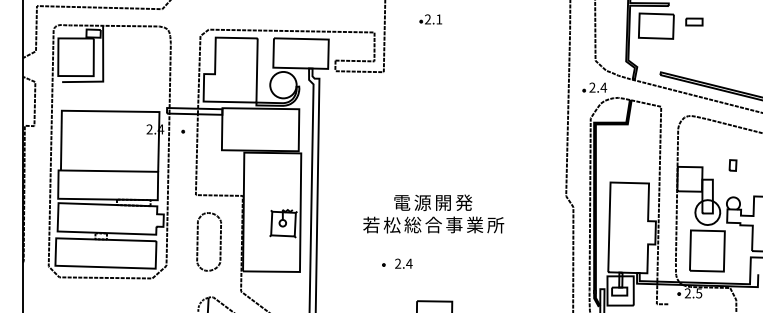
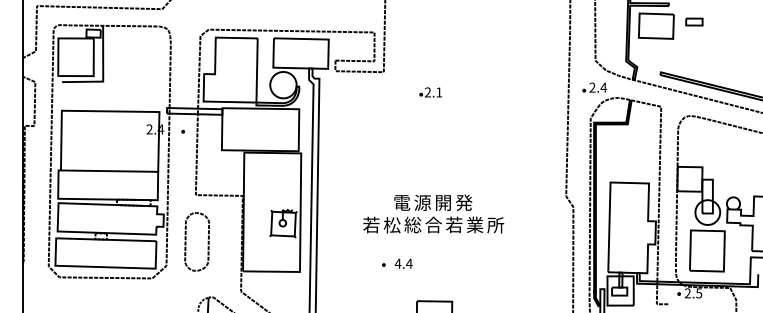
part at (430, 19) position: (430, 19) -> (430, 92)
part at (732, 165): present -> none
text at (454, 224): 事 -> 若
part at (198, 241) position: (198, 241) -> (186, 241)
text at (397, 263): 2.4 -> 4.4
